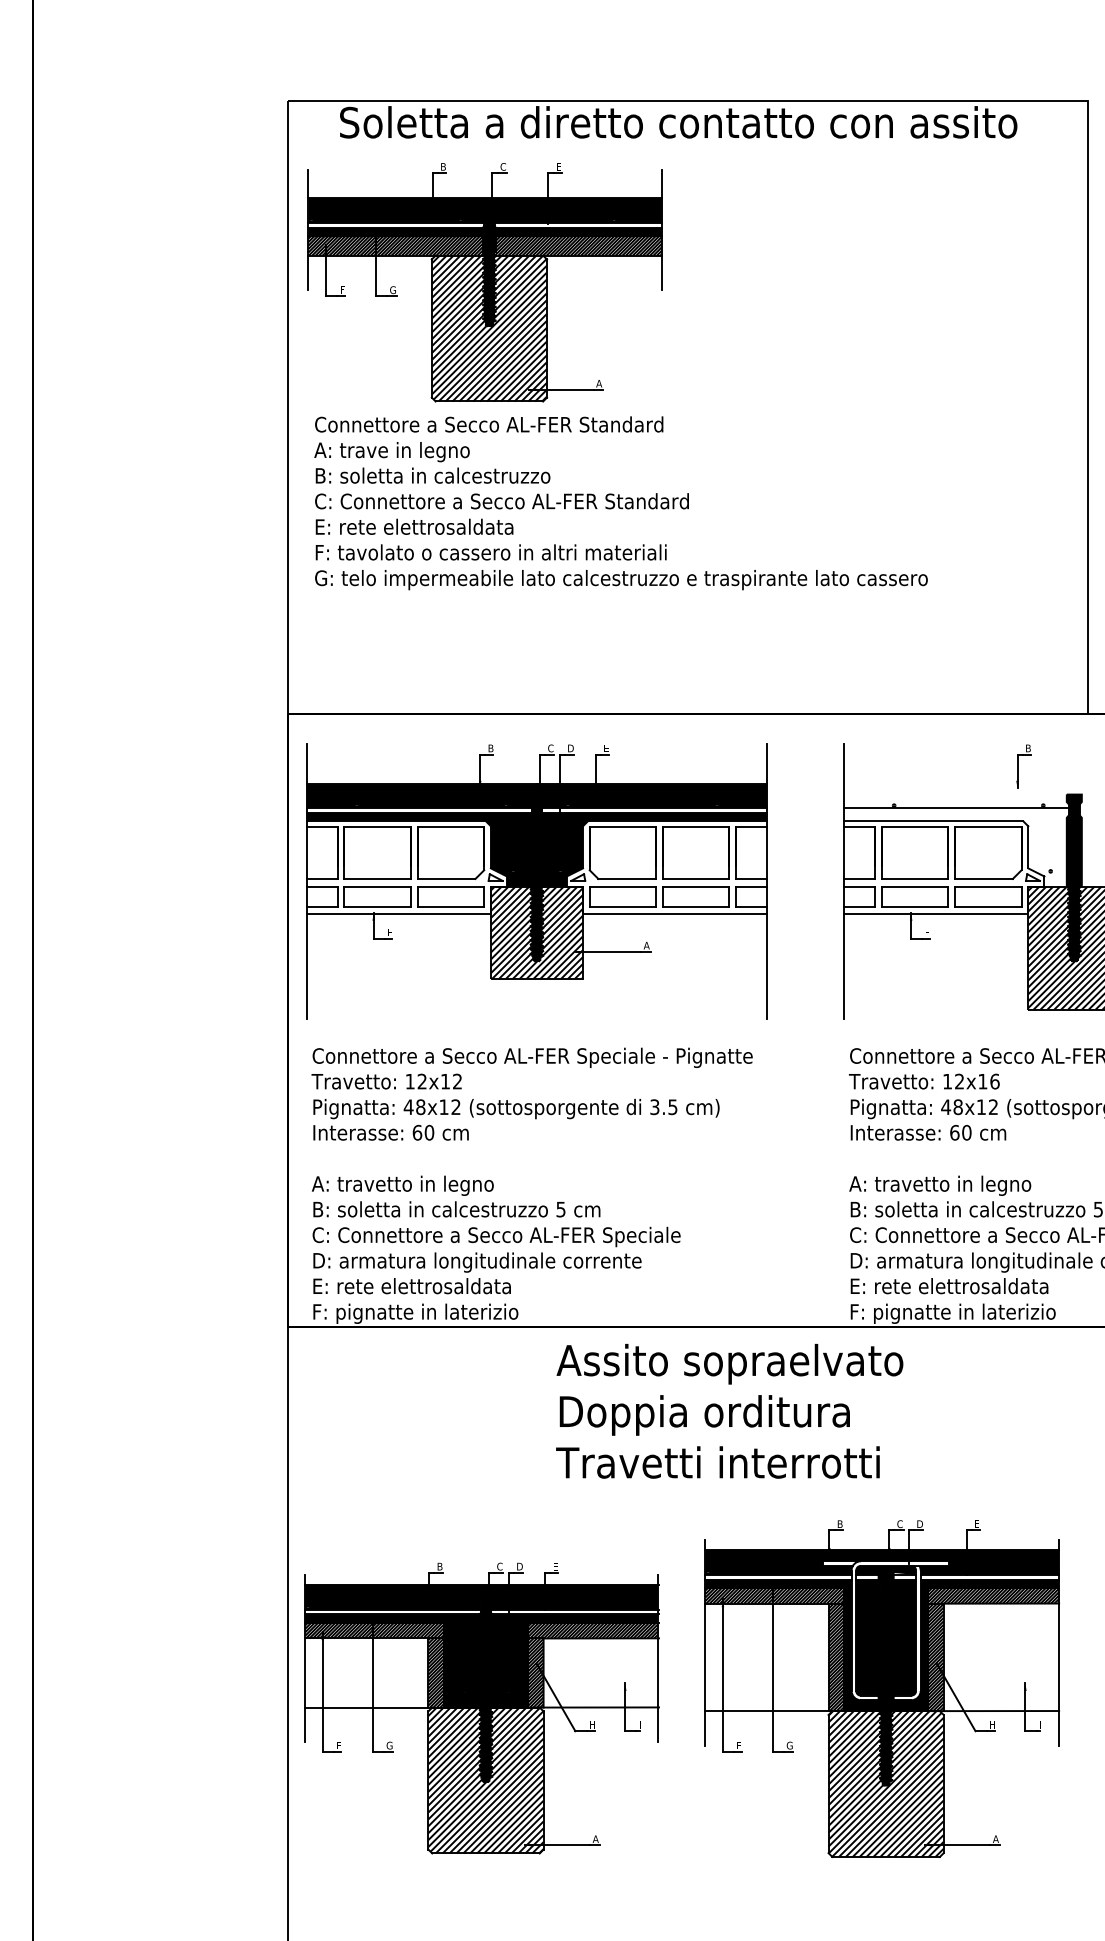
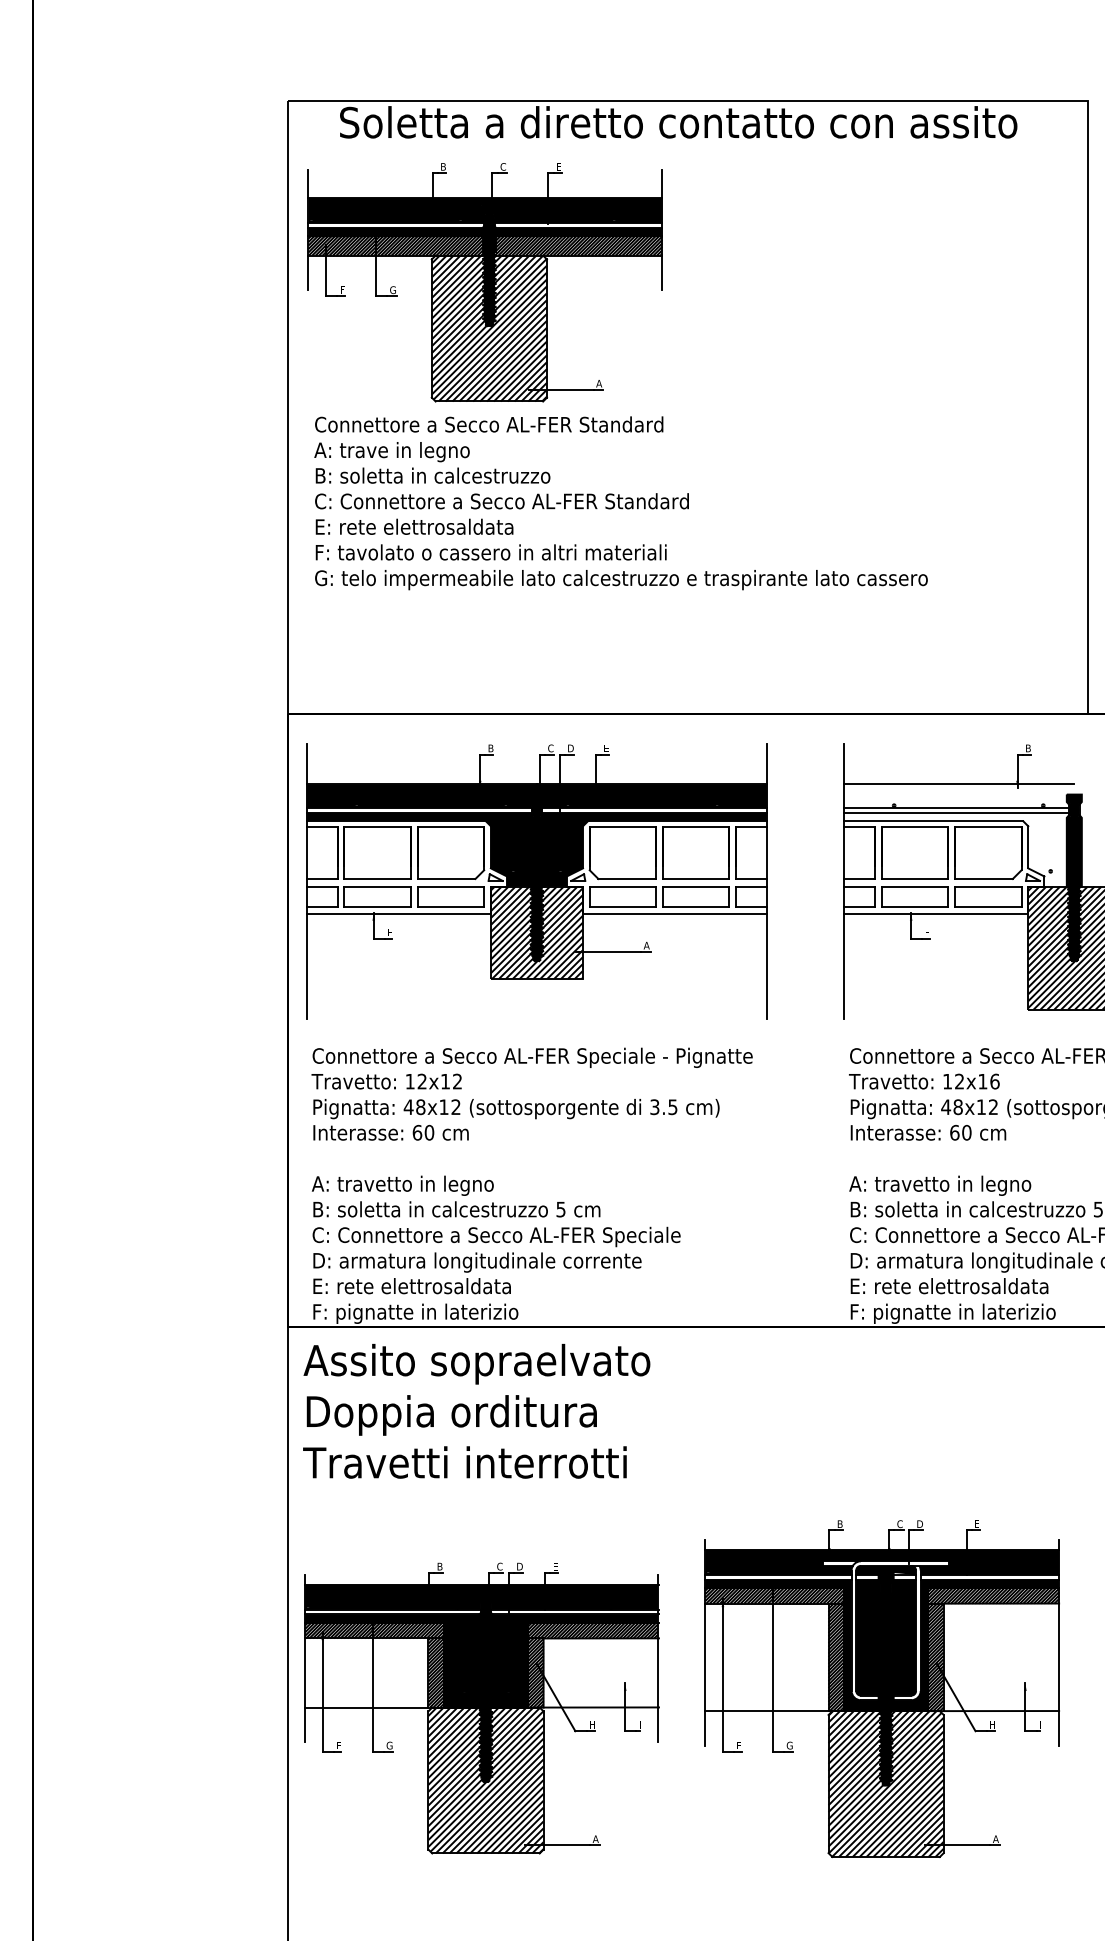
line at (959, 784): none -> present
line at (956, 812): none -> present
text at (729, 1411) position: (729, 1411) -> (476, 1411)
